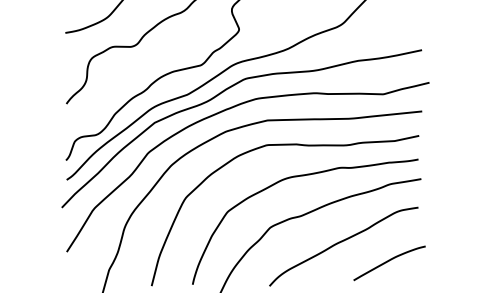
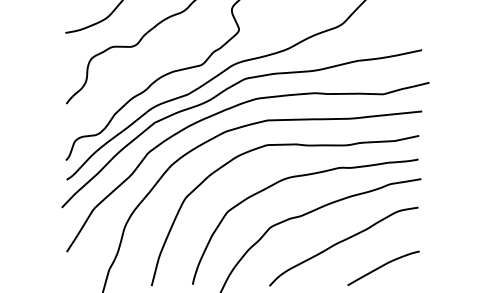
curve at (389, 261) position: (389, 261) -> (383, 266)
